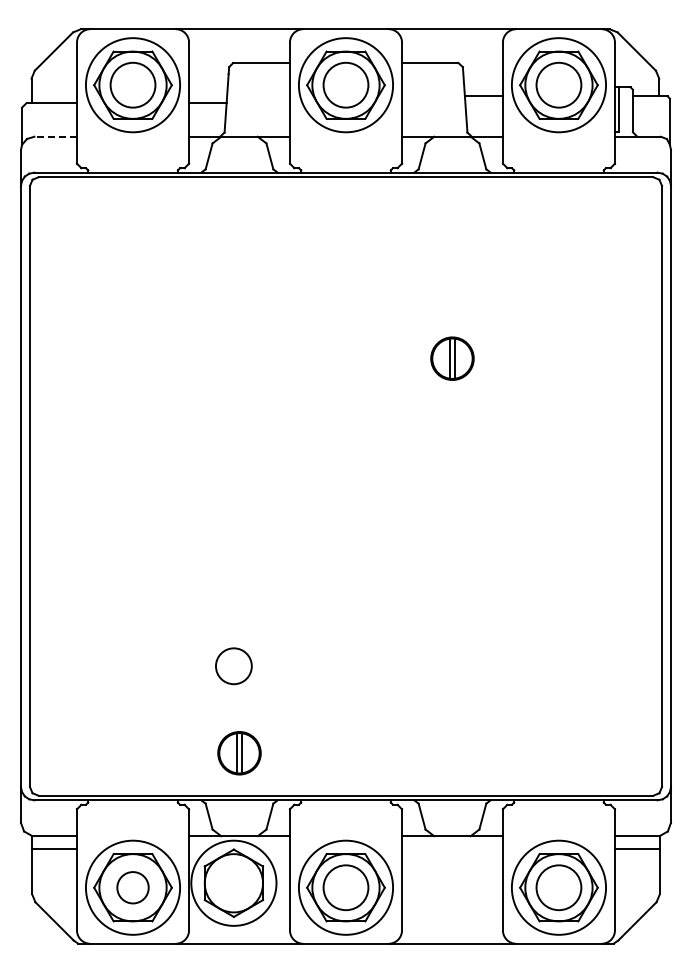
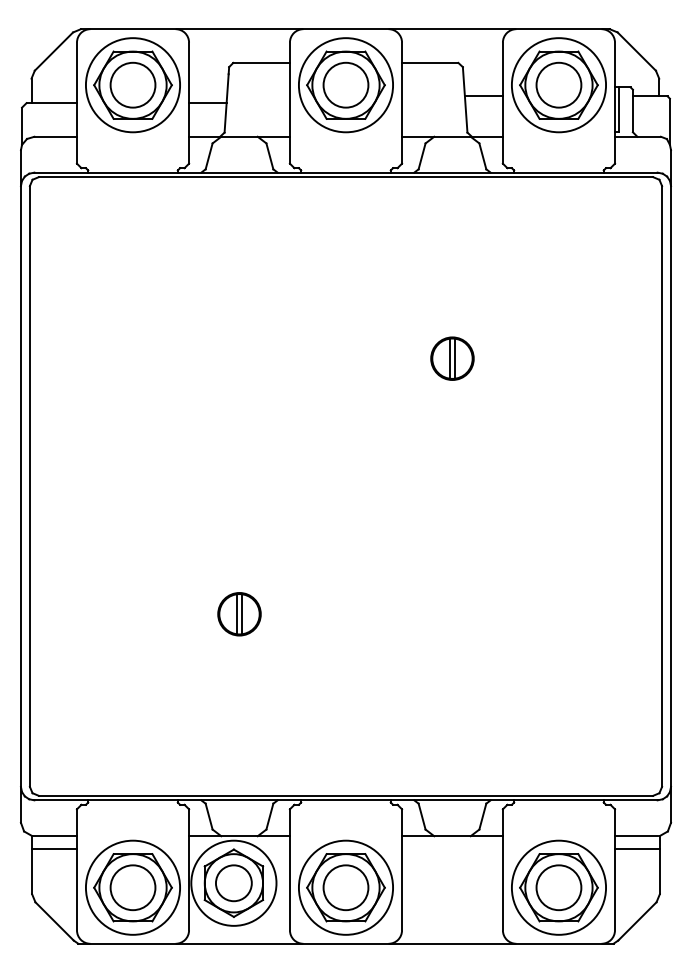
line at (55, 136): dashed -> solid
circle at (233, 666) position: (233, 666) -> (233, 883)
part at (239, 753) position: (239, 753) -> (239, 614)
circle at (132, 887) diameter: 31 px -> 45 px
